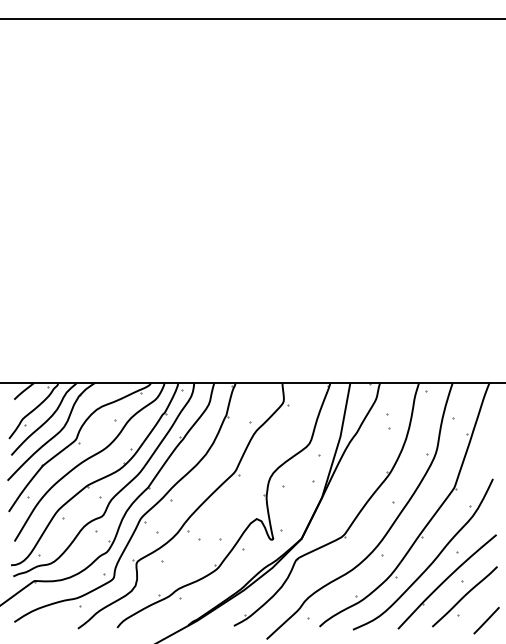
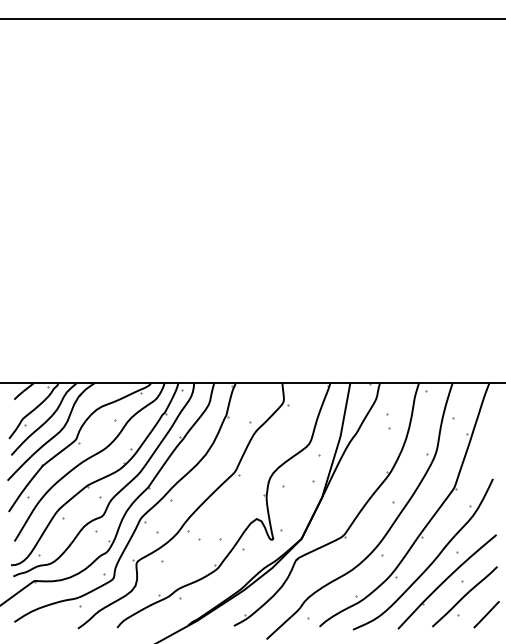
line at (486, 620) position: (486, 620) -> (486, 614)
